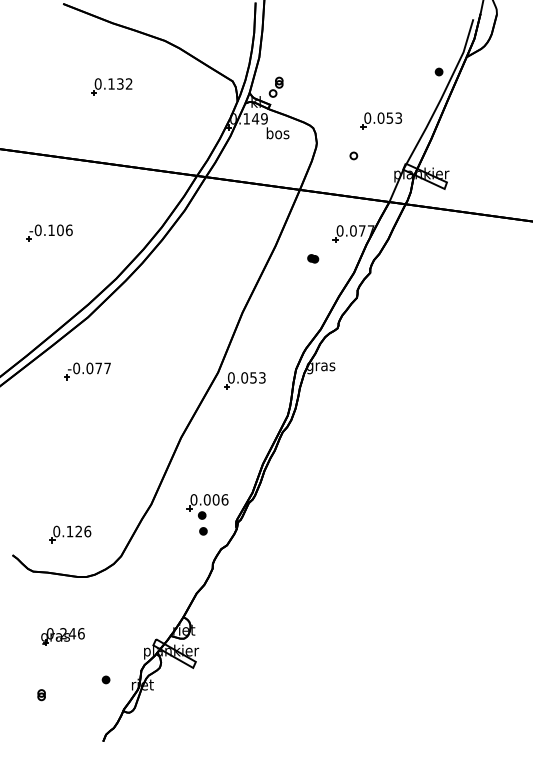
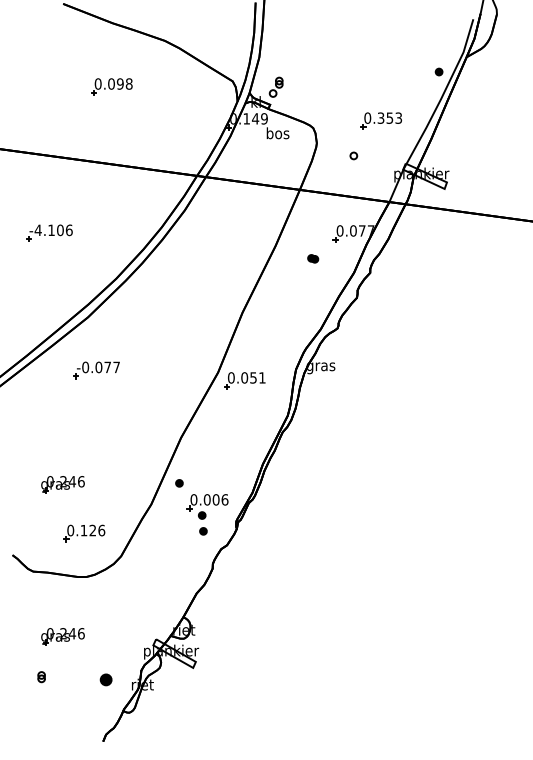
text at (120, 83): 0.132 -> 0.098
text at (380, 117): 0.053 -> 0.353
text at (37, 230): -0.106 -> -4.106
part at (87, 371) position: (87, 371) -> (96, 370)
text at (262, 377): 0.053 -> 0.051
part at (179, 483): none -> present
part at (62, 484): none -> present
part at (70, 534) position: (70, 534) -> (84, 533)
part at (105, 679) size: 10x10 px -> 14x14 px
part at (41, 695) position: (41, 695) -> (41, 677)
